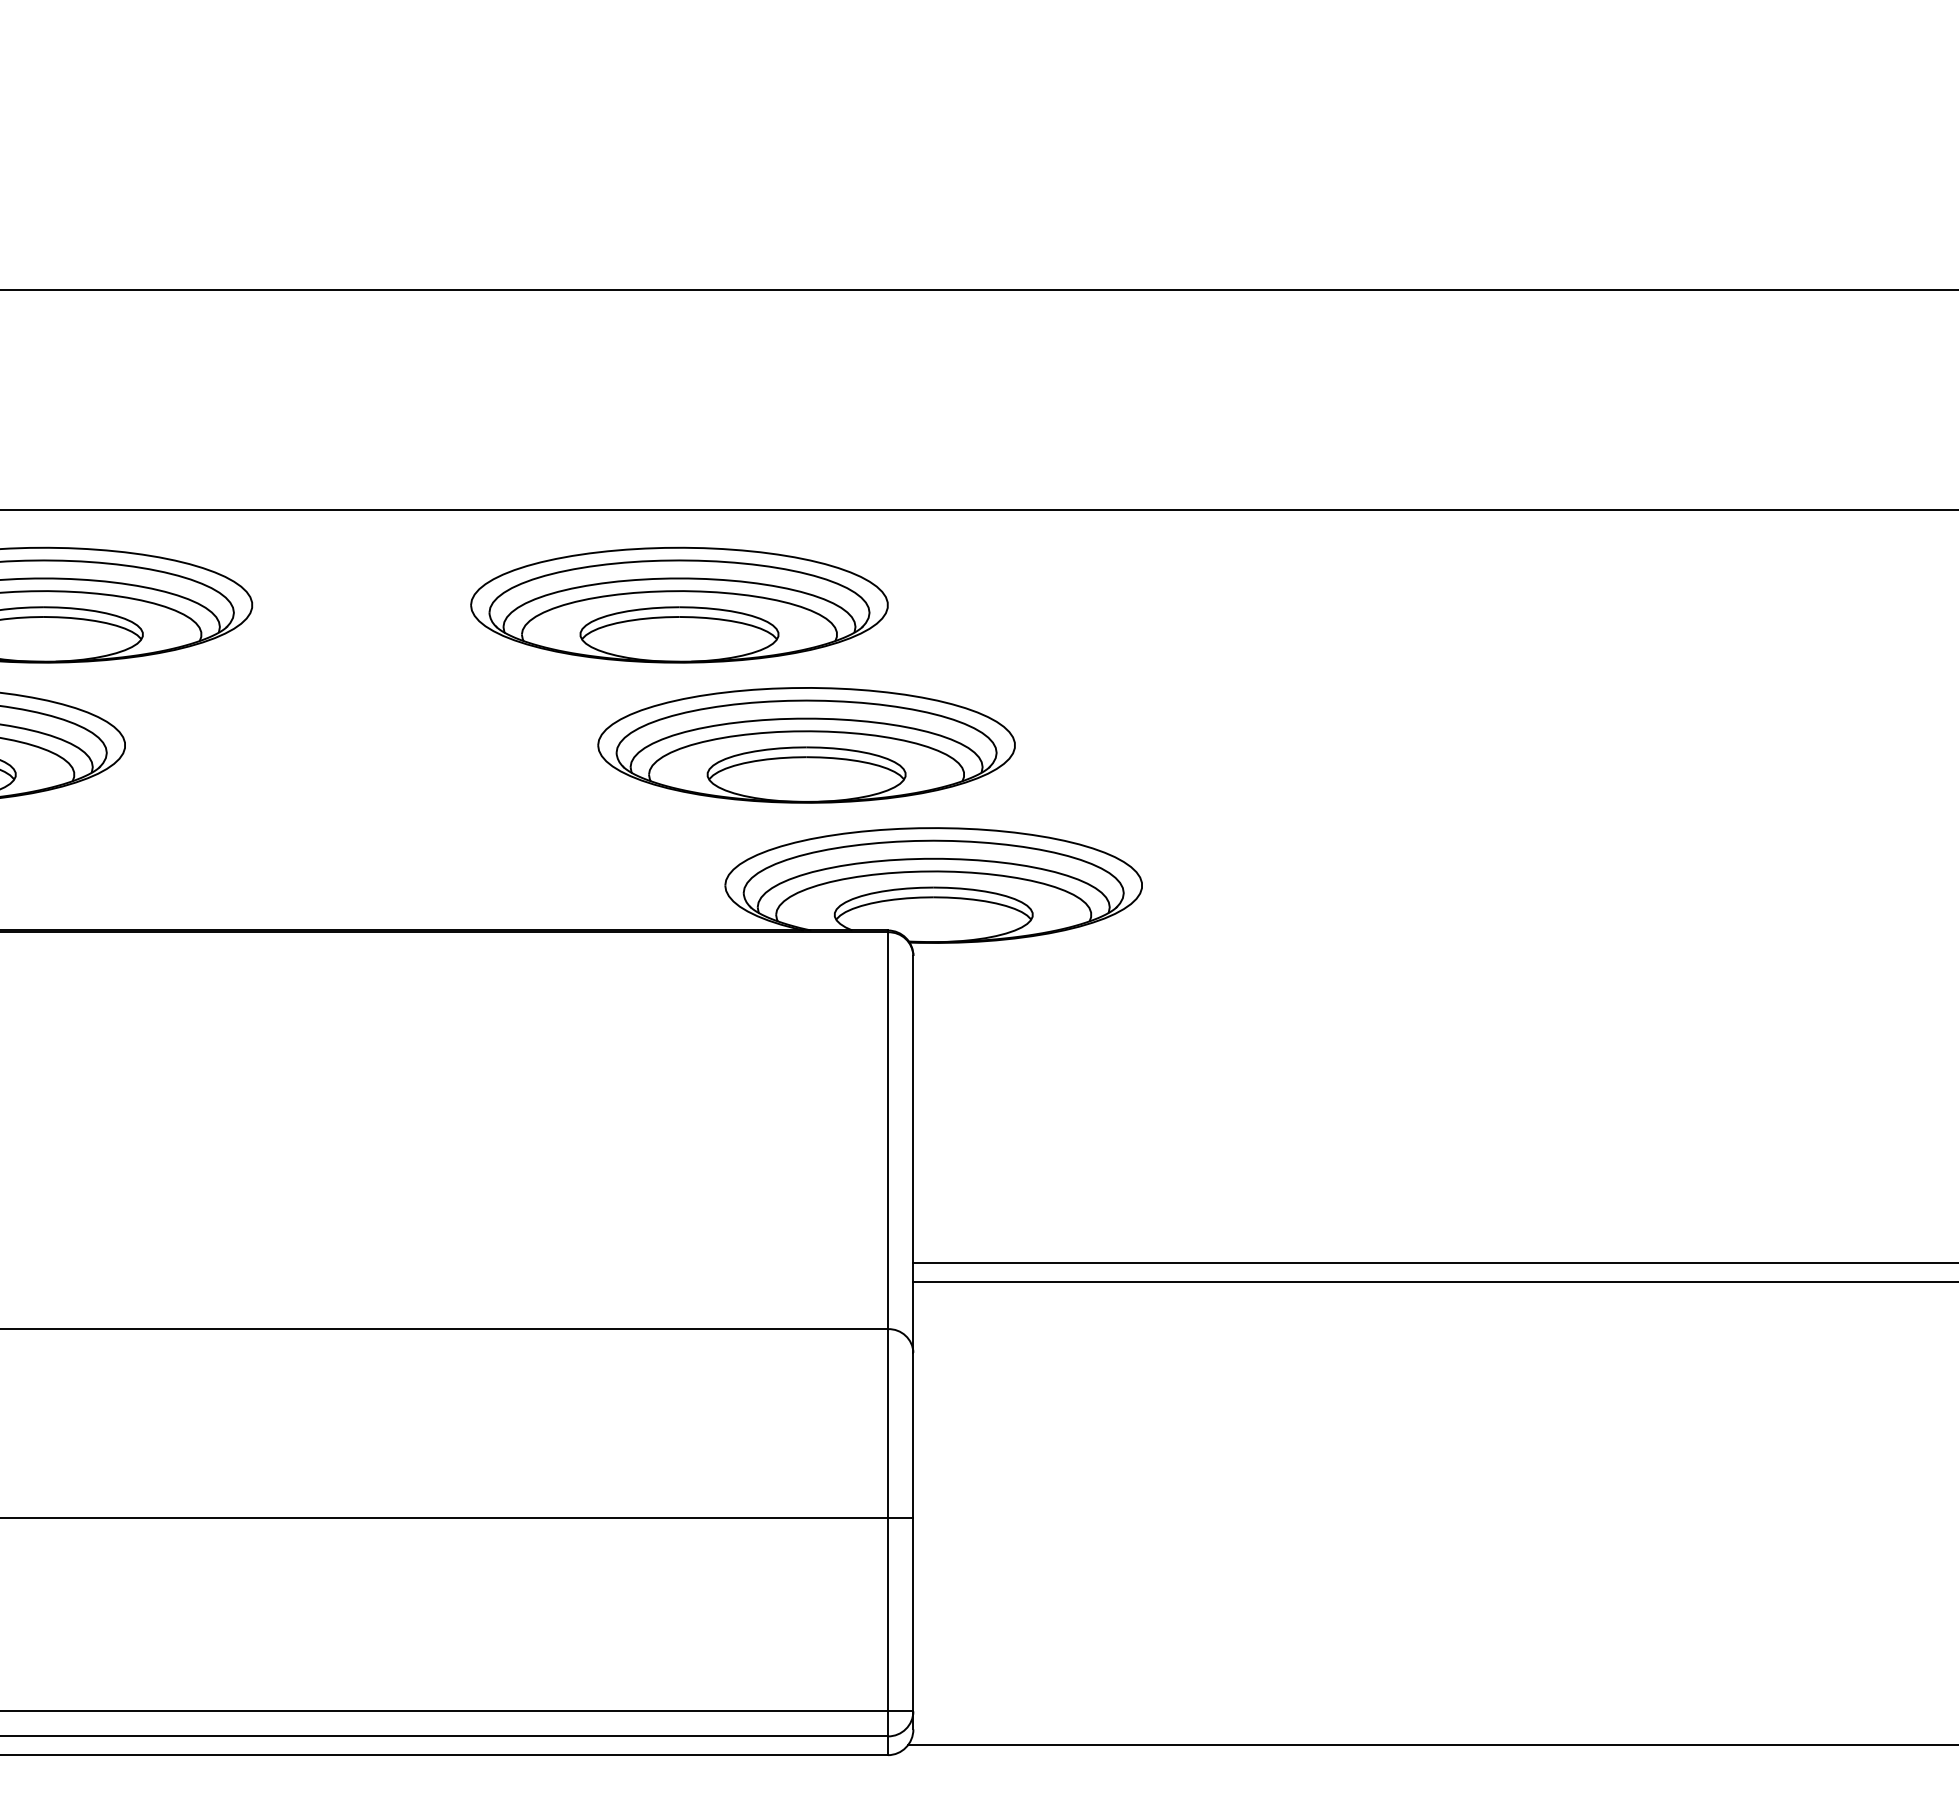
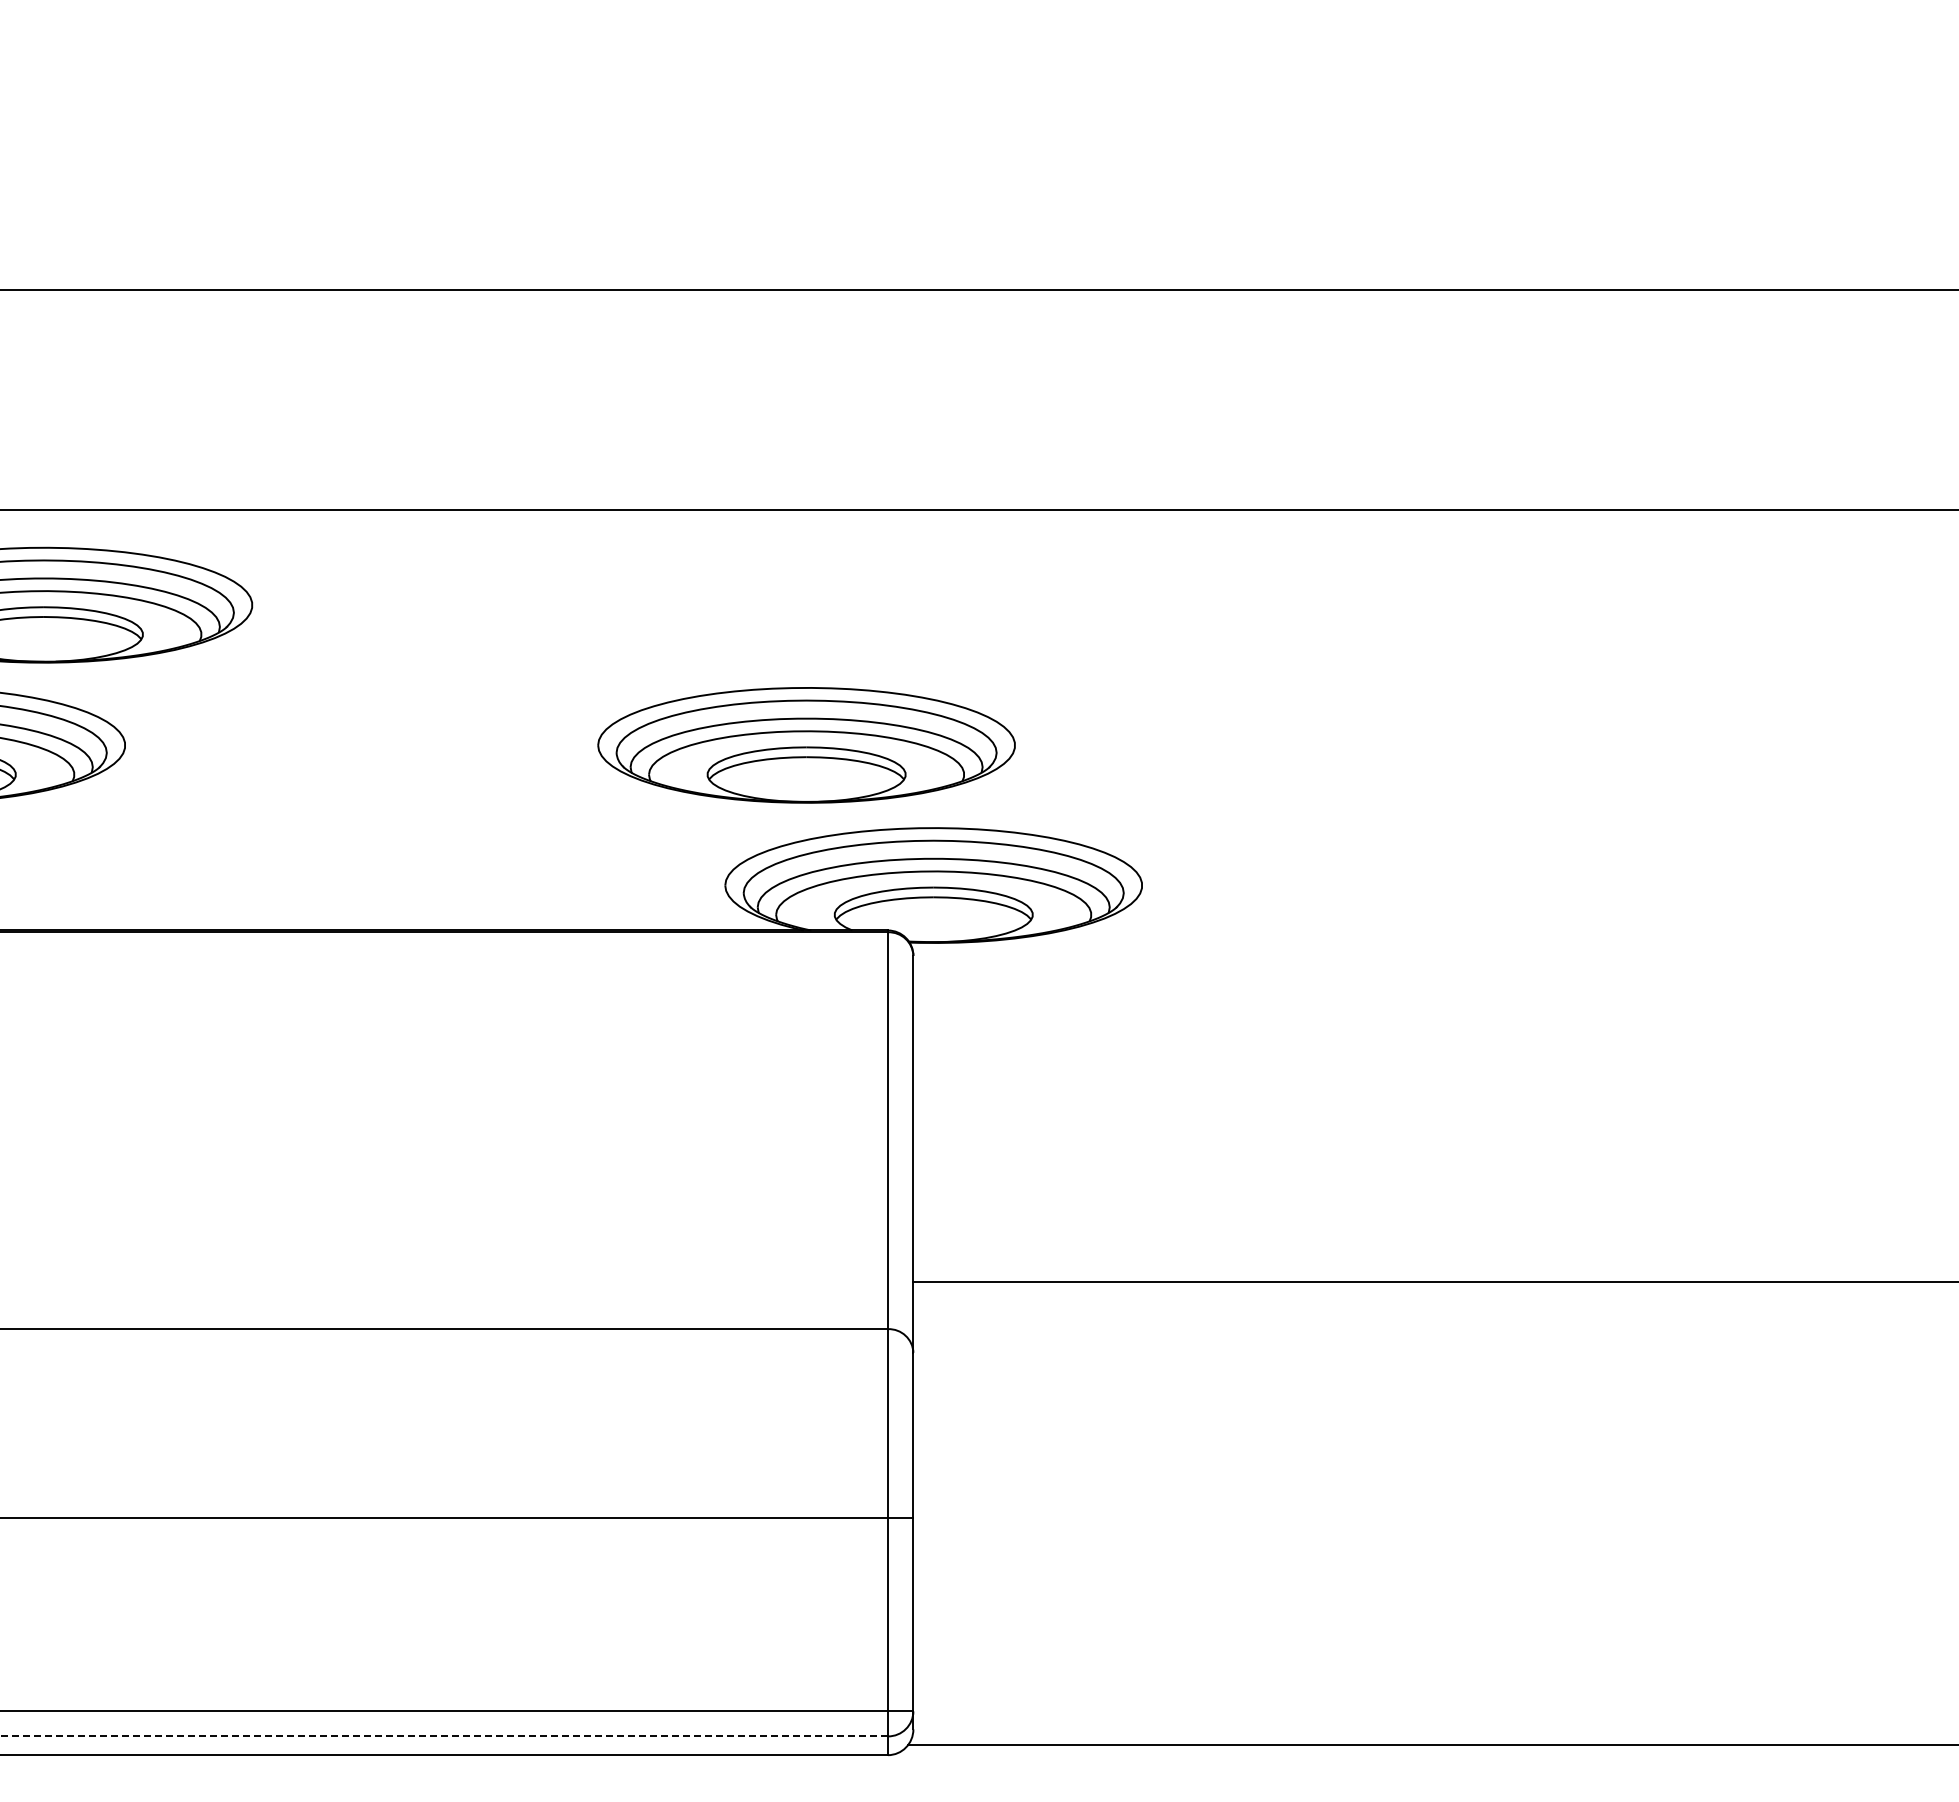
part at (679, 604): present -> none
line at (1434, 1262): present -> none
line at (444, 1736): solid -> dashed
